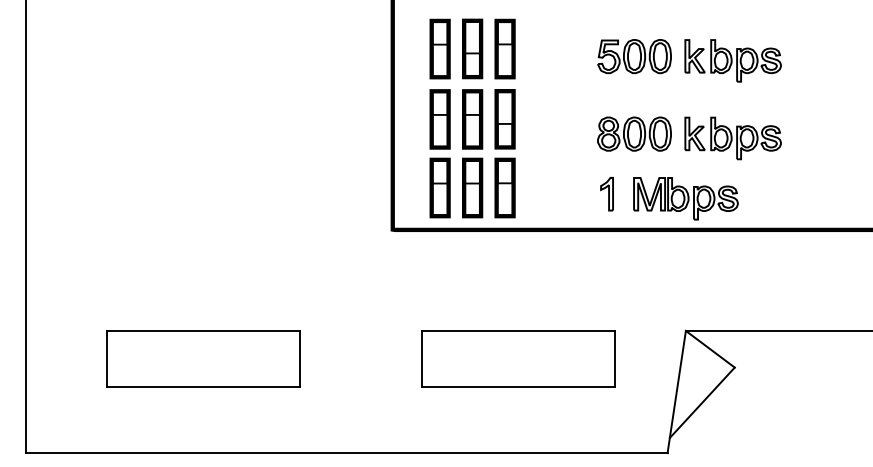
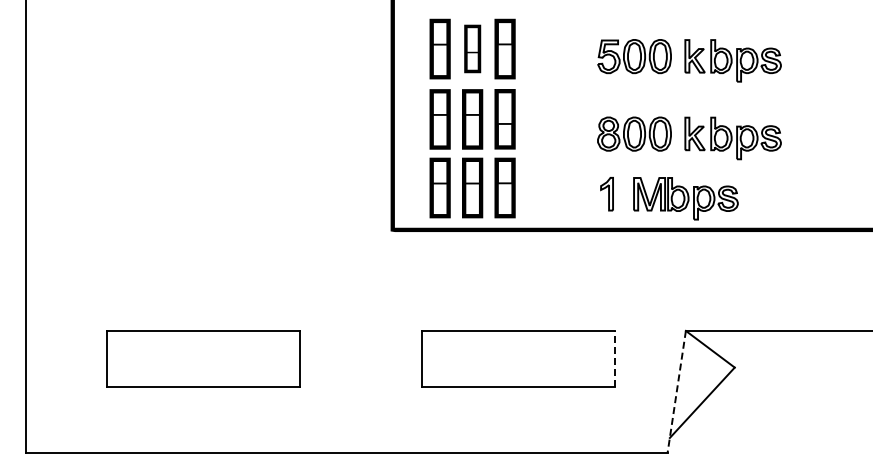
part at (472, 48) size: 22x62 px -> 18x50 px
line at (615, 358): solid -> dashed
line at (676, 392): solid -> dashed
